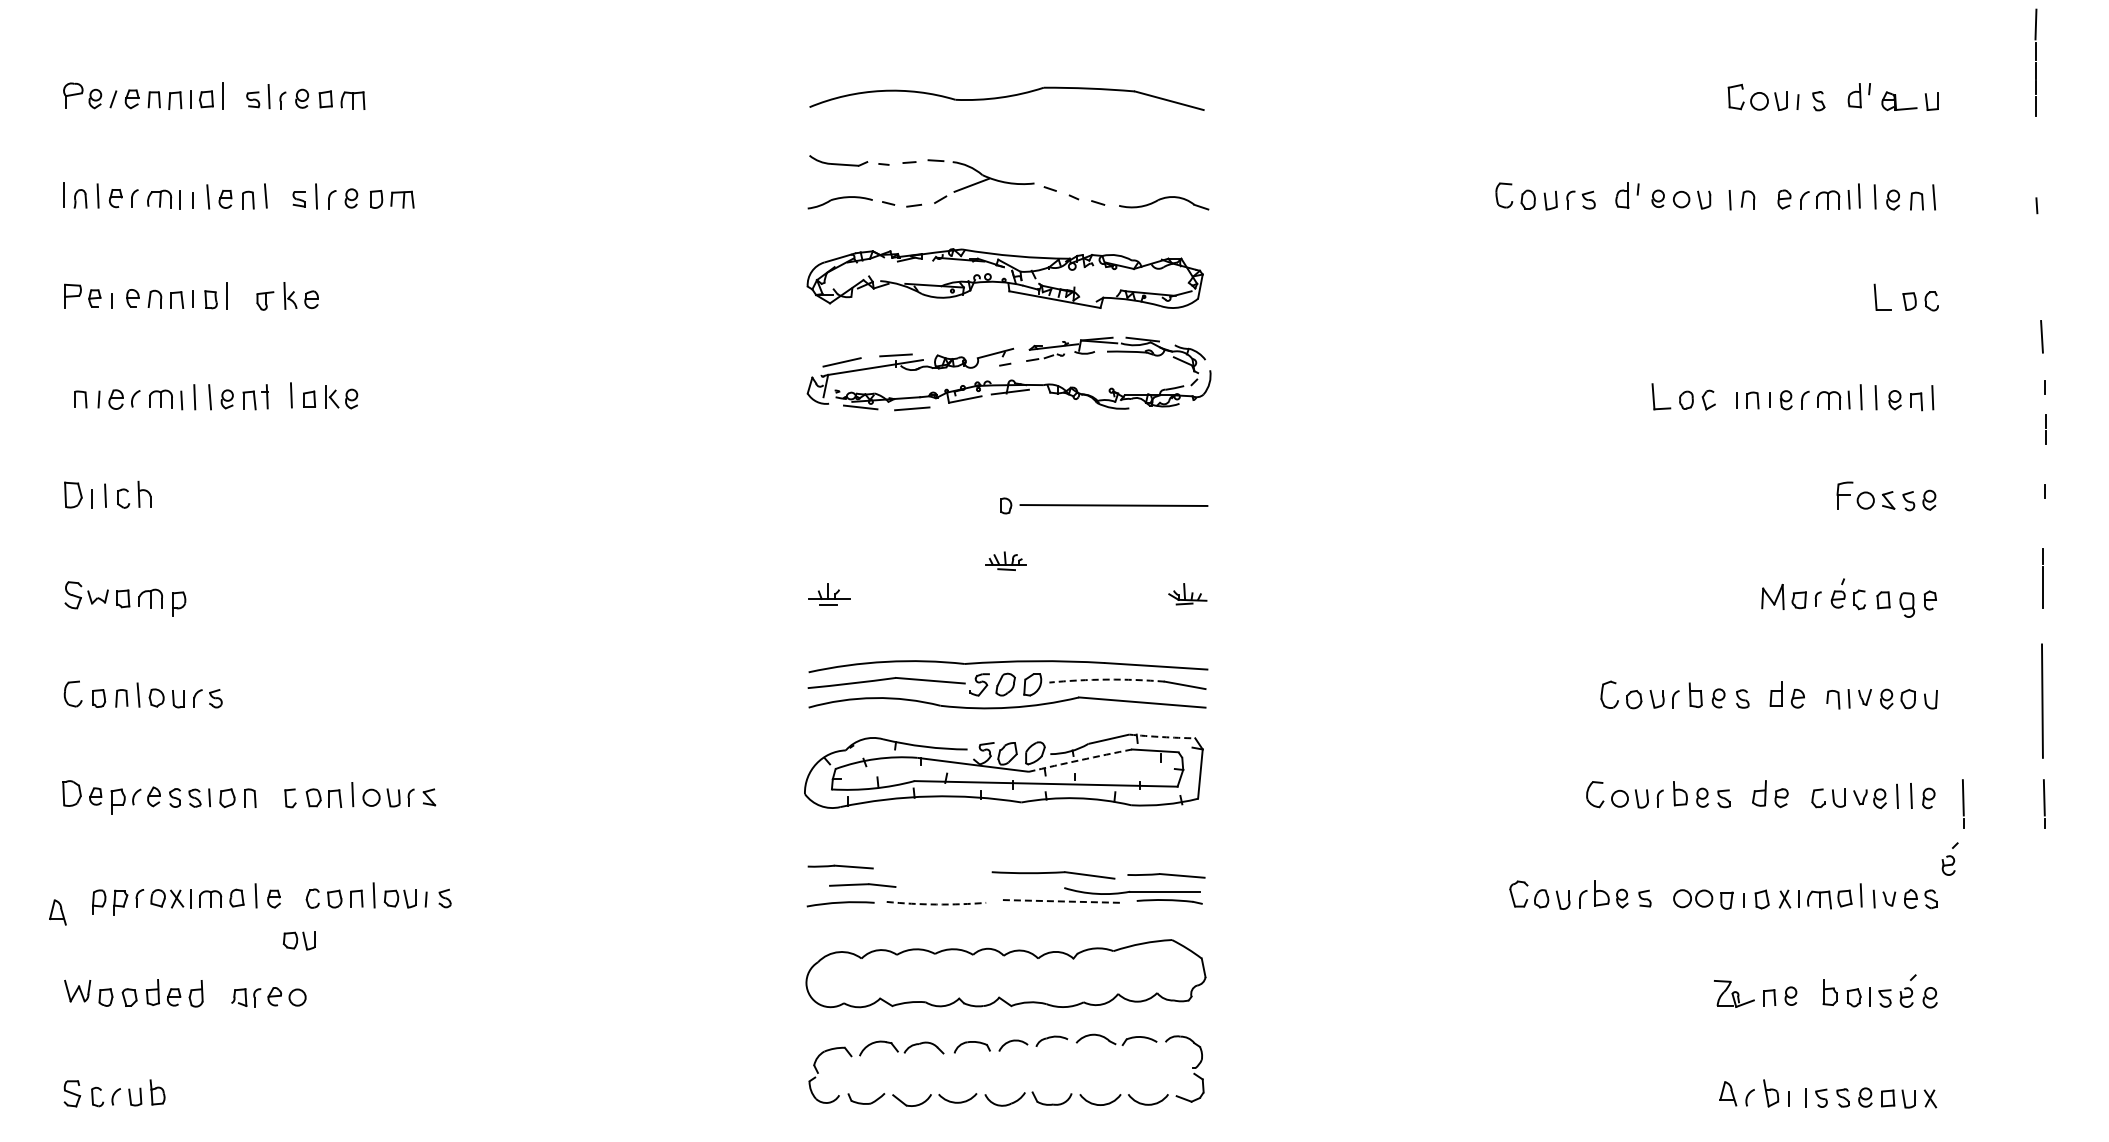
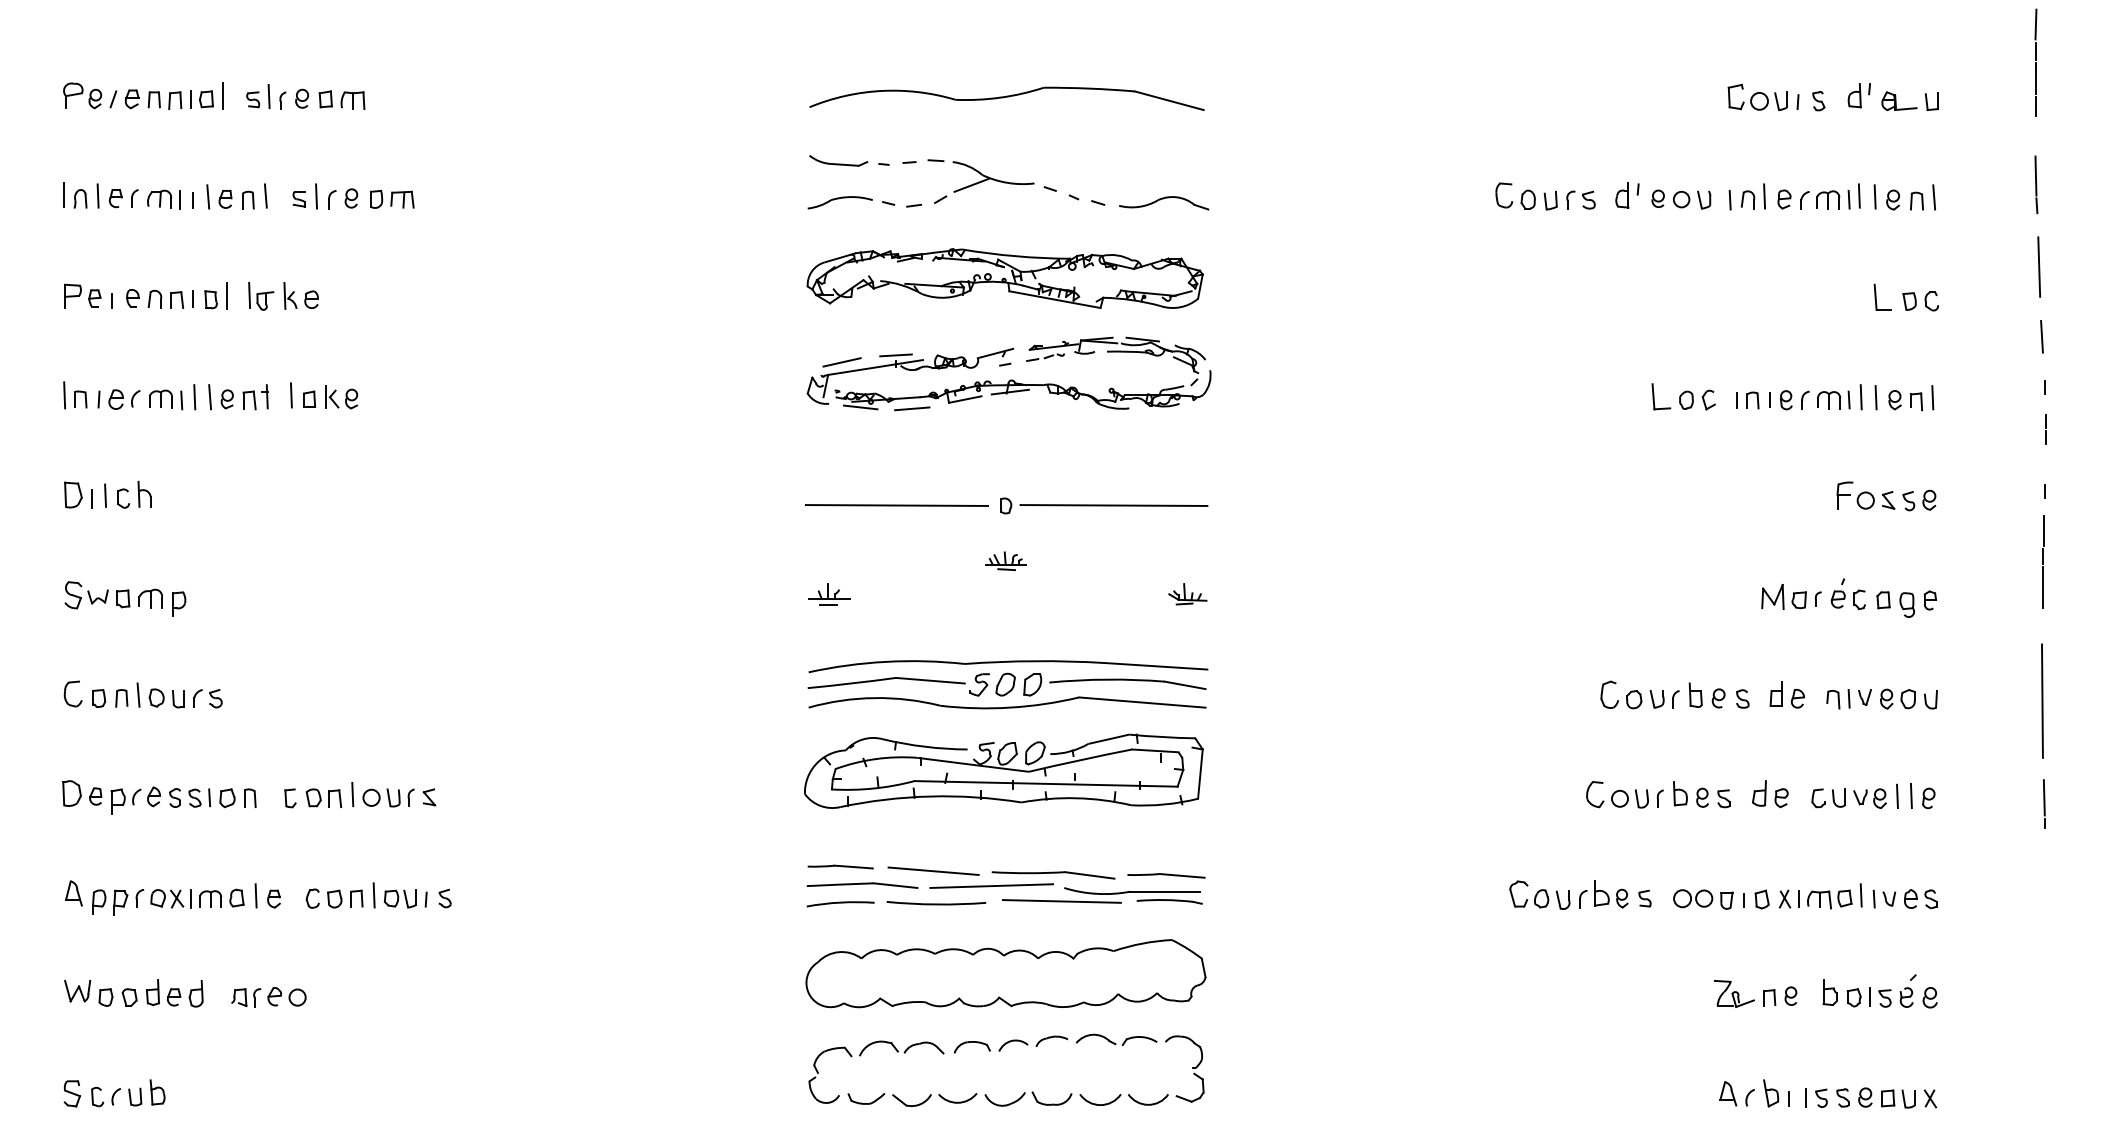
line at (2035, 175): none -> present
line at (1764, 196): none -> present
line at (2039, 266): none -> present
line at (249, 295): none -> present
line at (64, 395): none -> present
line at (896, 505): none -> present
line at (2043, 530): none -> present
arc at (1106, 679): dashed -> solid
arc at (1162, 737): dashed -> solid
arc at (1080, 760): dashed -> solid
line at (1963, 803): present -> none
part at (1949, 858): present -> none
line at (933, 870): none -> present
part at (862, 885) size: 68x5 px -> 113x7 px
line at (991, 885): none -> present
line at (1062, 901): dashed -> solid
arc at (936, 904): dashed -> solid
part at (57, 912) position: (57, 912) -> (73, 893)
part at (298, 940): present -> none
